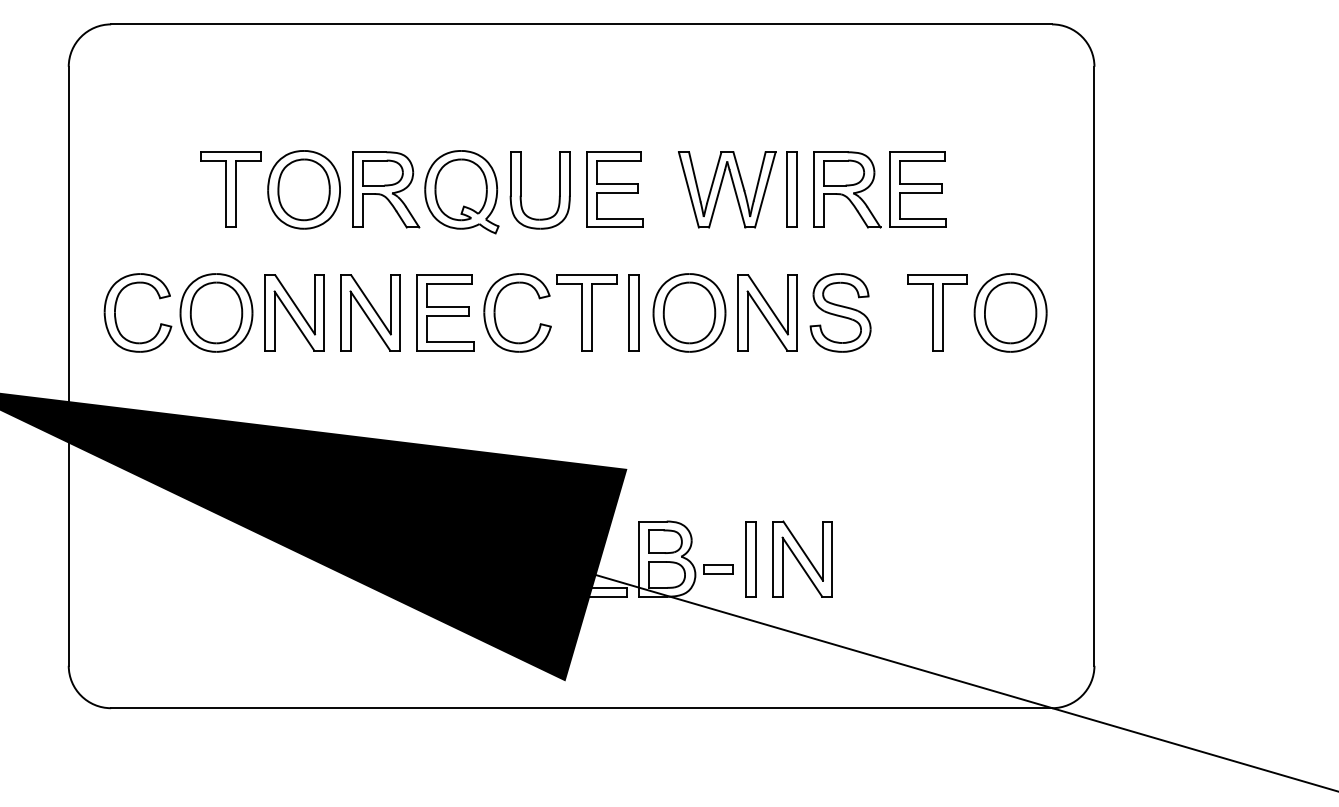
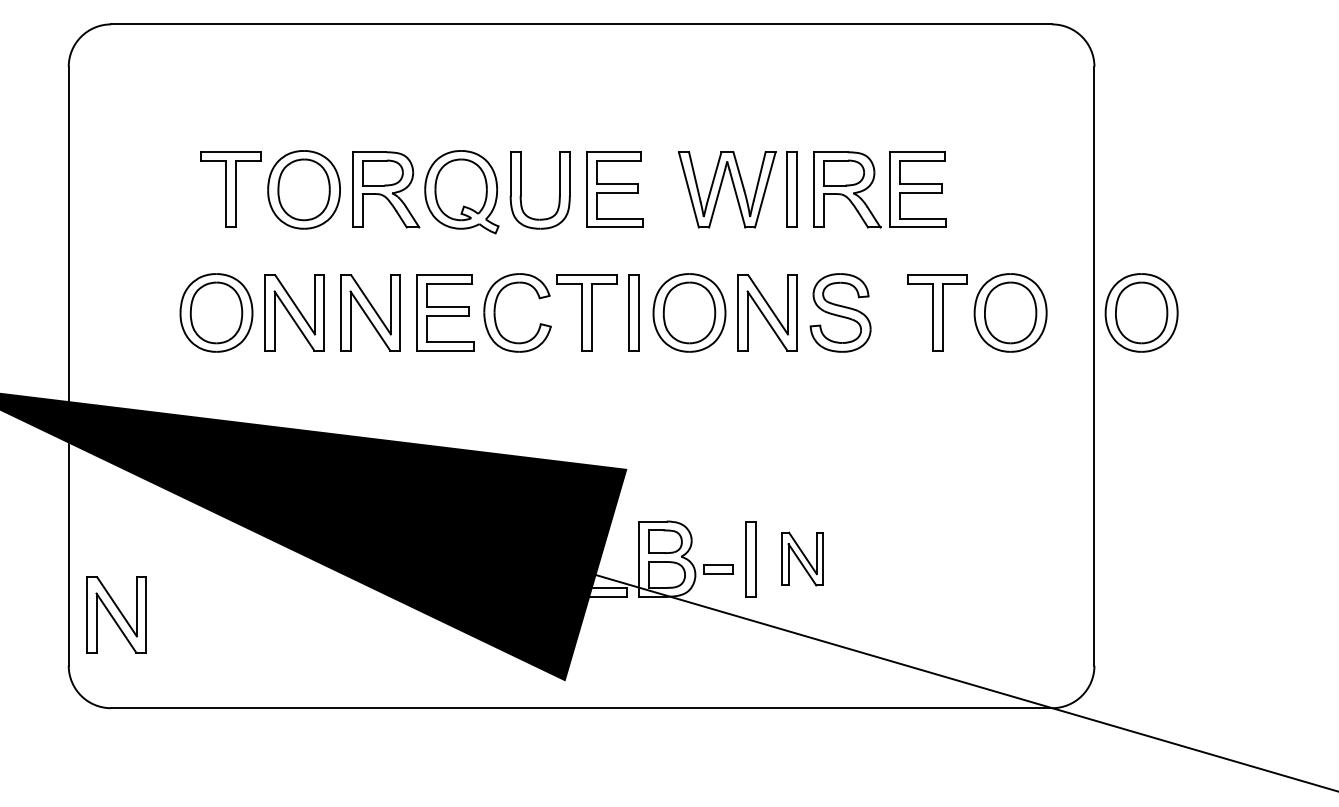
part at (116, 308): present -> none
part at (1141, 312): none -> present
part at (802, 558) size: 61x78 px -> 43x56 px
part at (116, 614): none -> present
